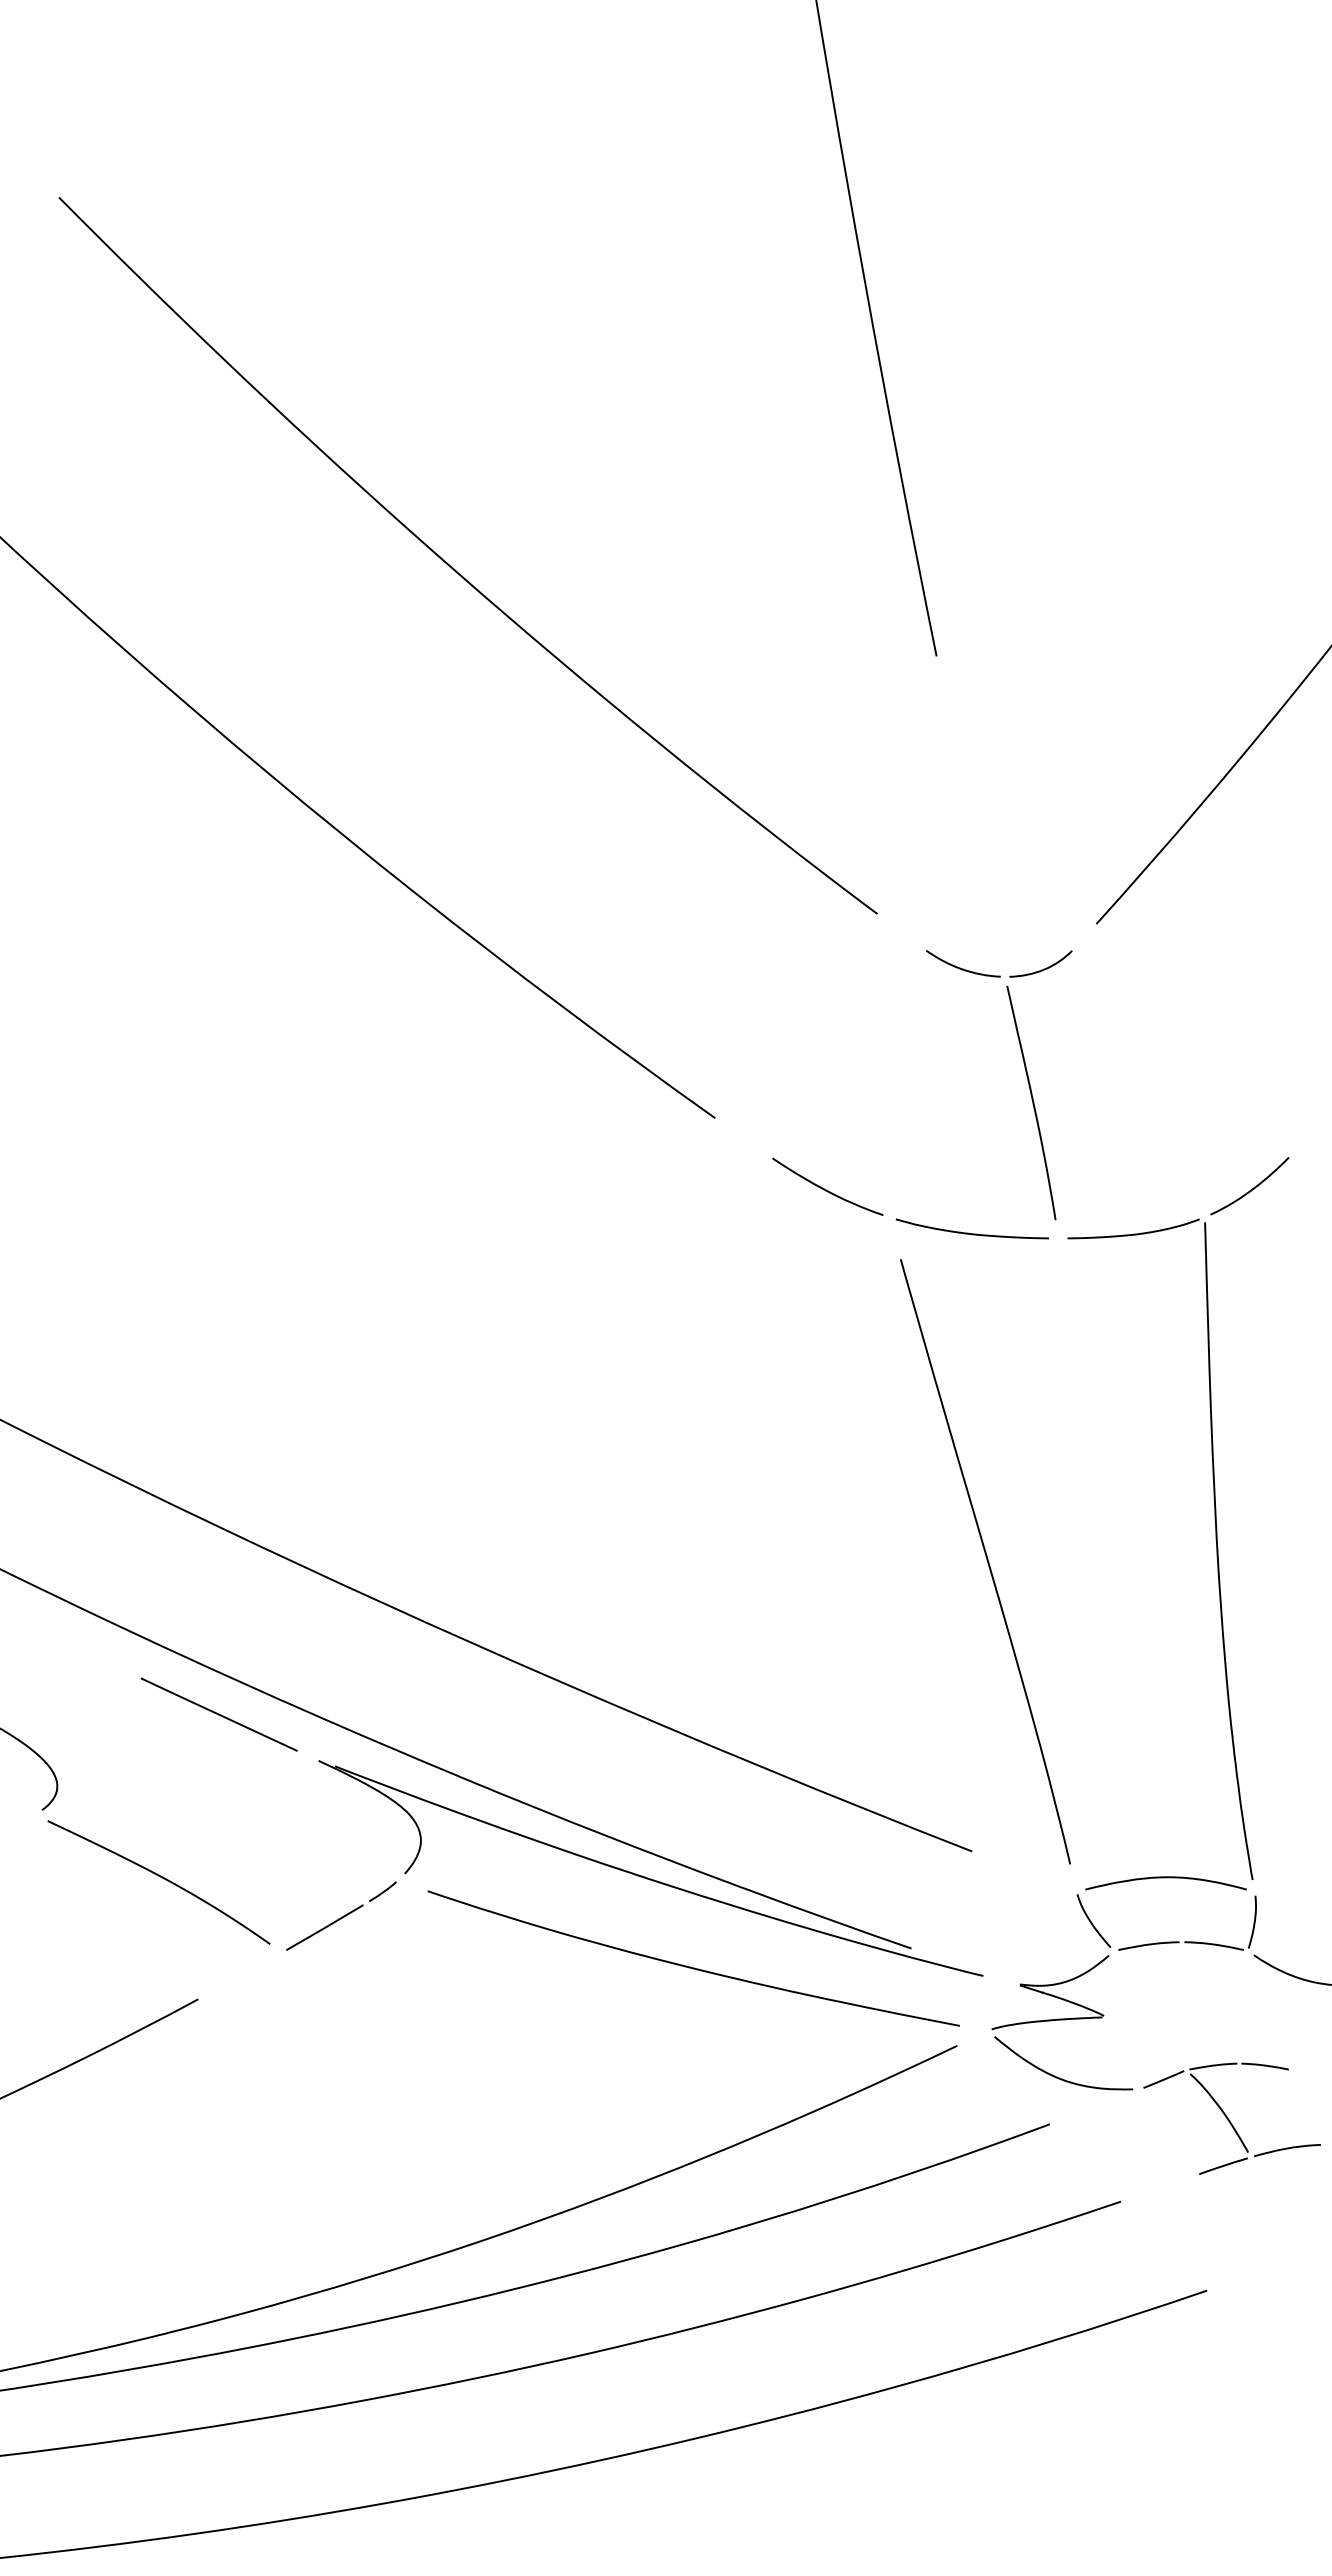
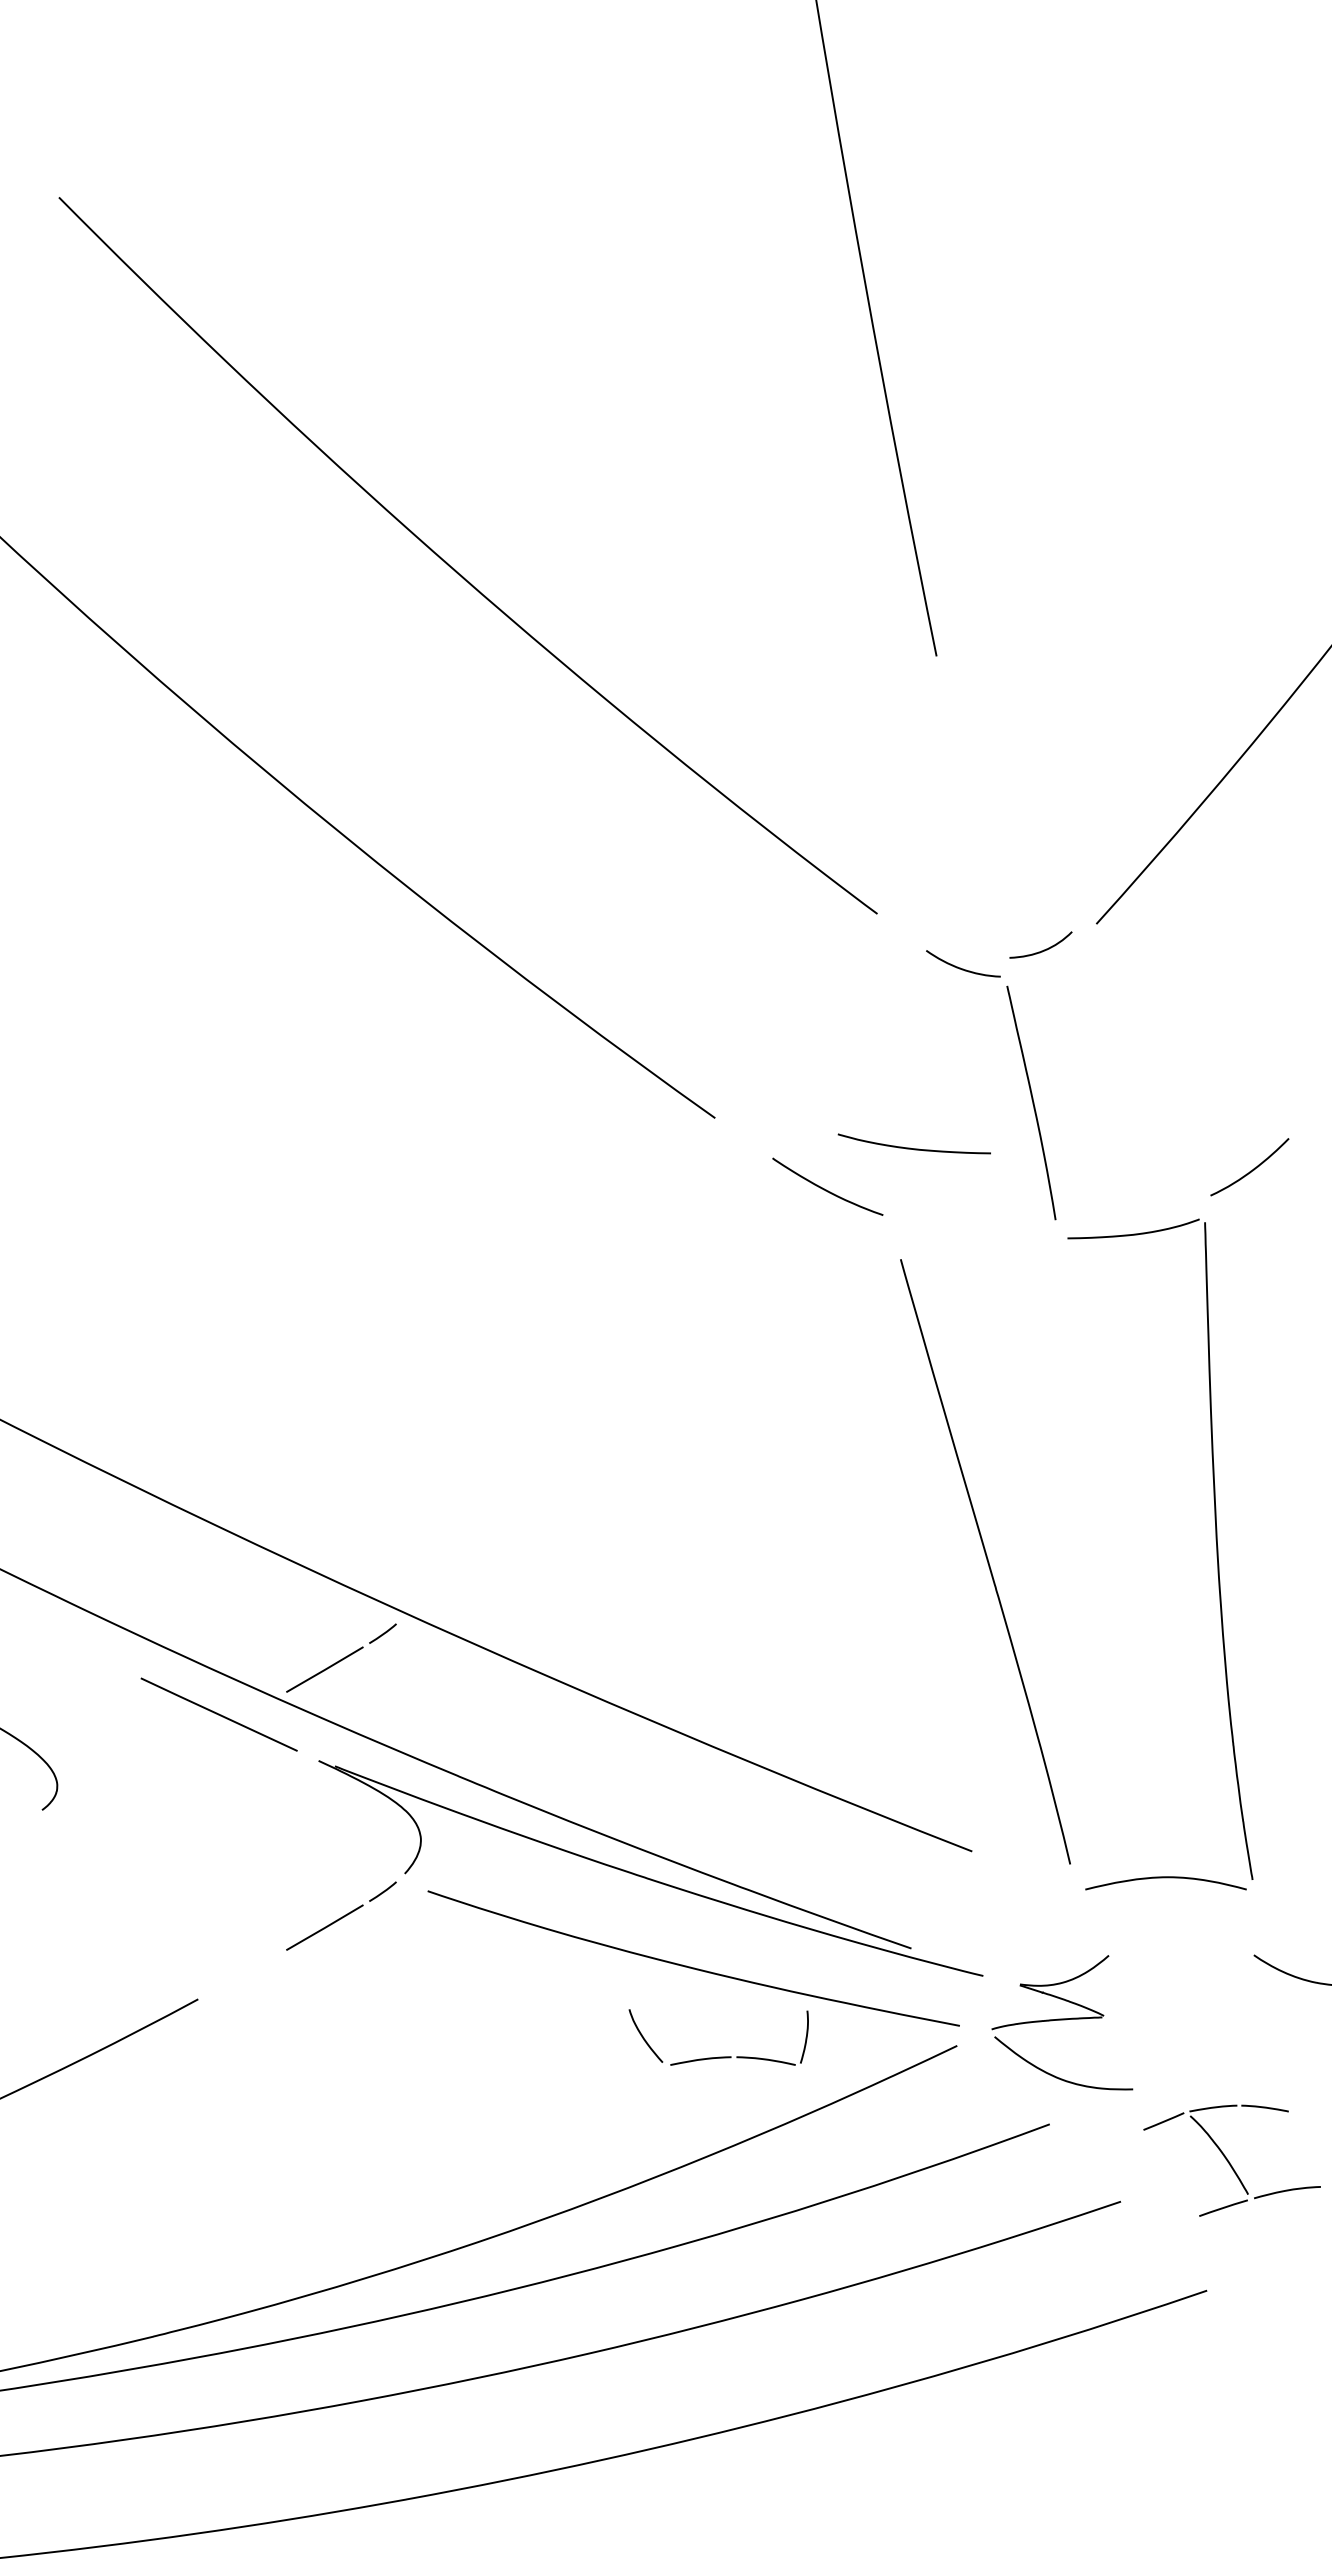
curve at (1043, 968) position: (1043, 968) -> (1043, 949)
curve at (1250, 1189) position: (1250, 1189) -> (1250, 1170)
curve at (968, 1232) position: (968, 1232) -> (910, 1147)
part at (341, 1657): none -> present
curve at (160, 1877): present -> none
part at (1166, 1941) position: (1166, 1941) -> (718, 2056)
part at (1231, 2118) position: (1231, 2118) -> (1231, 2160)
